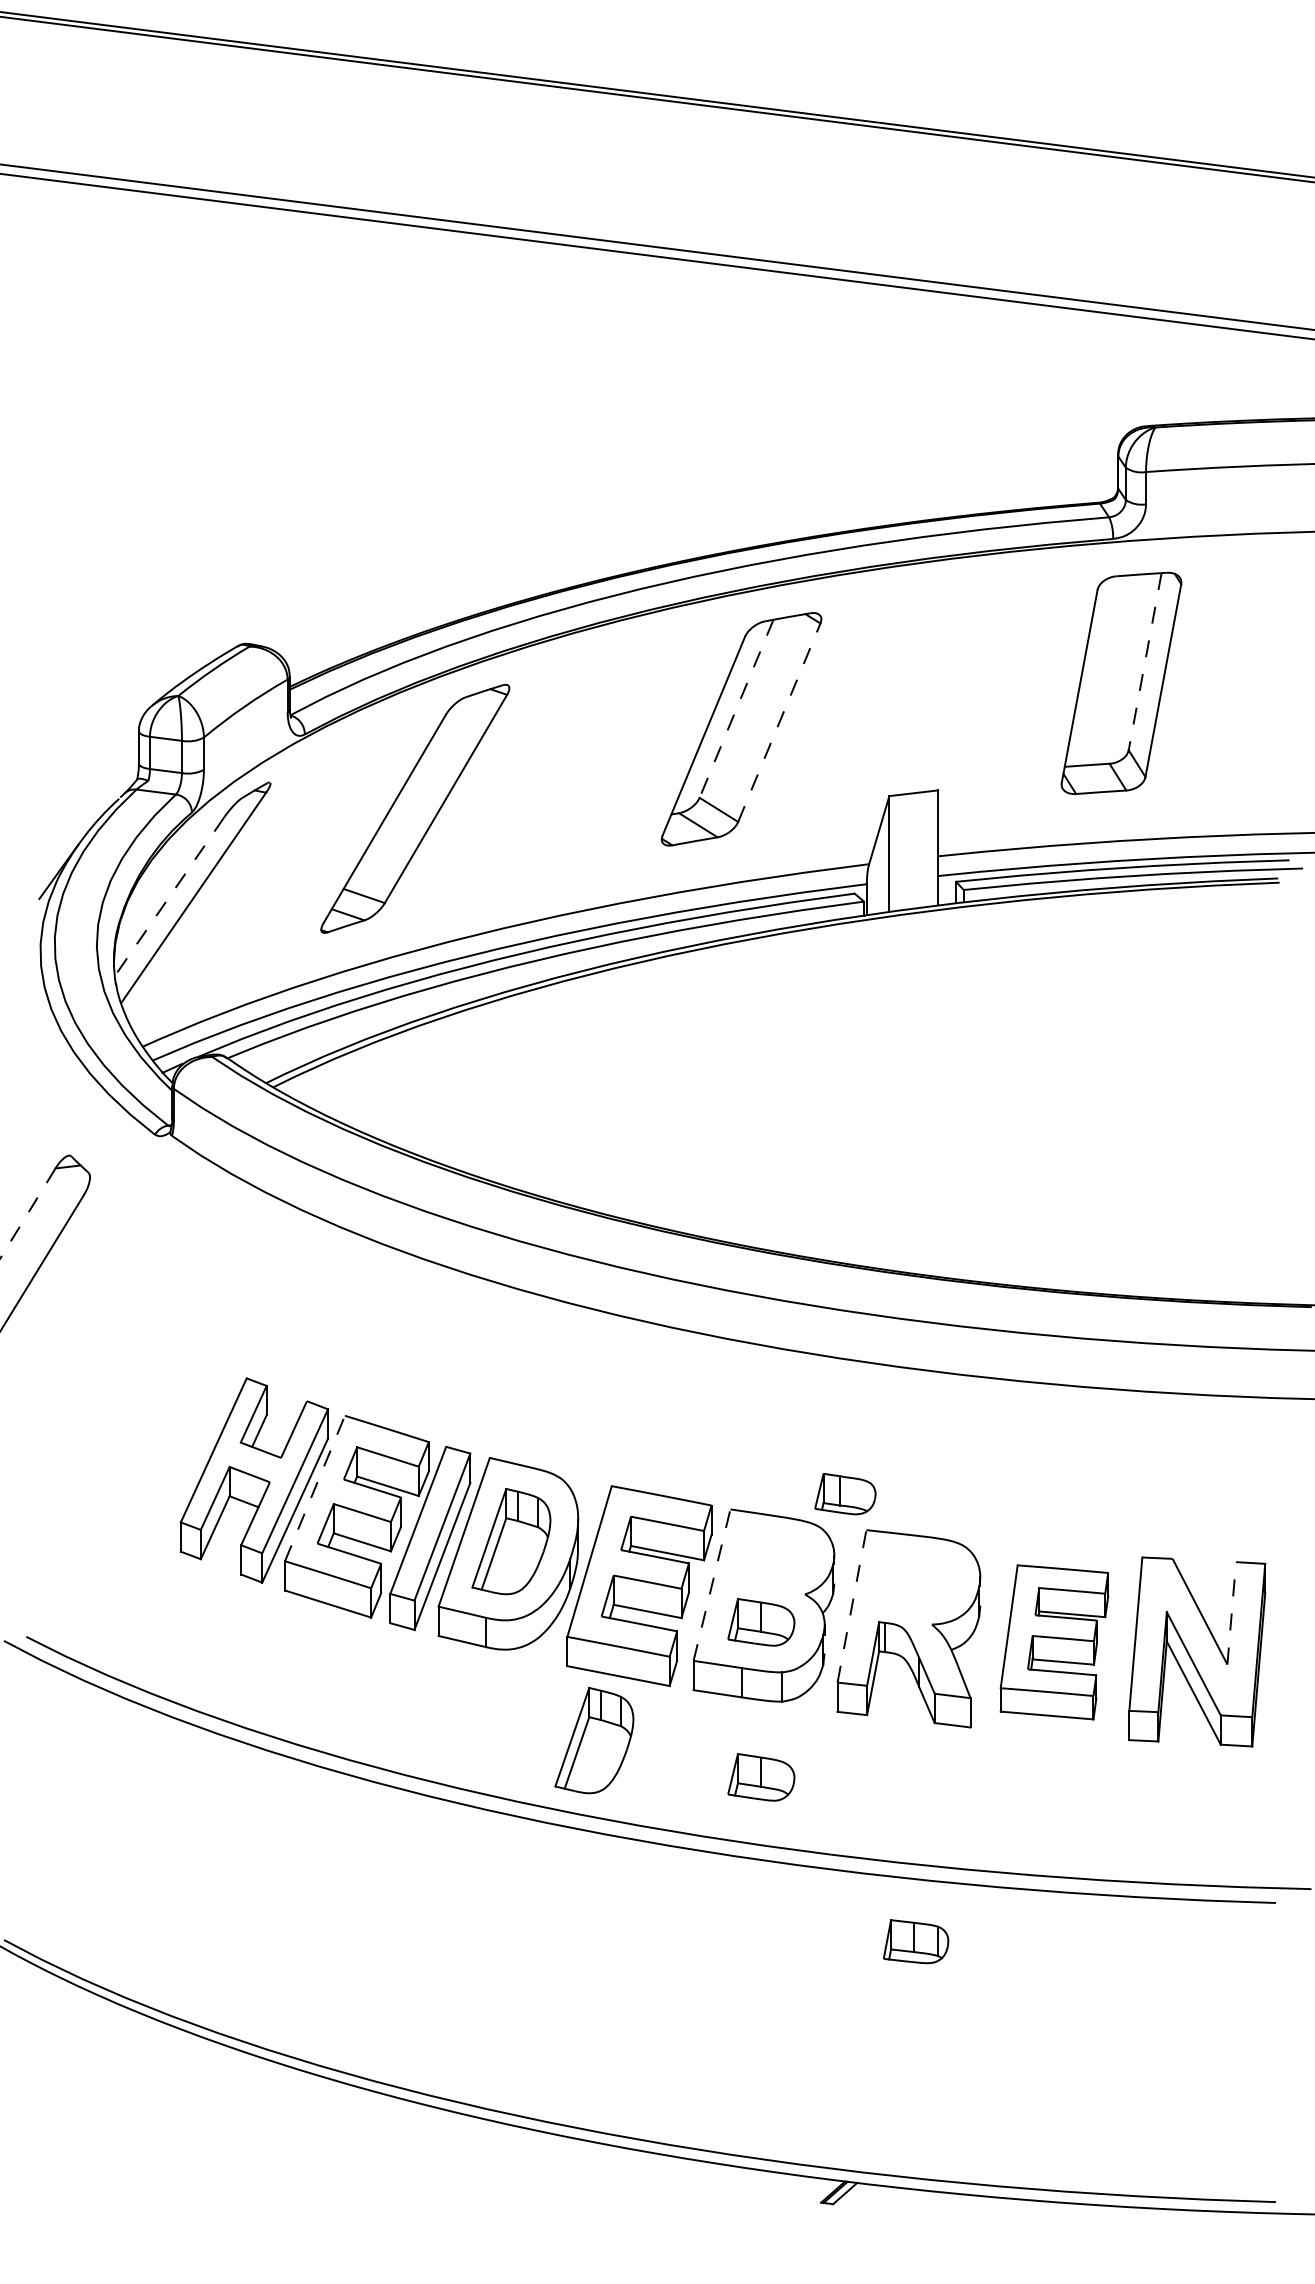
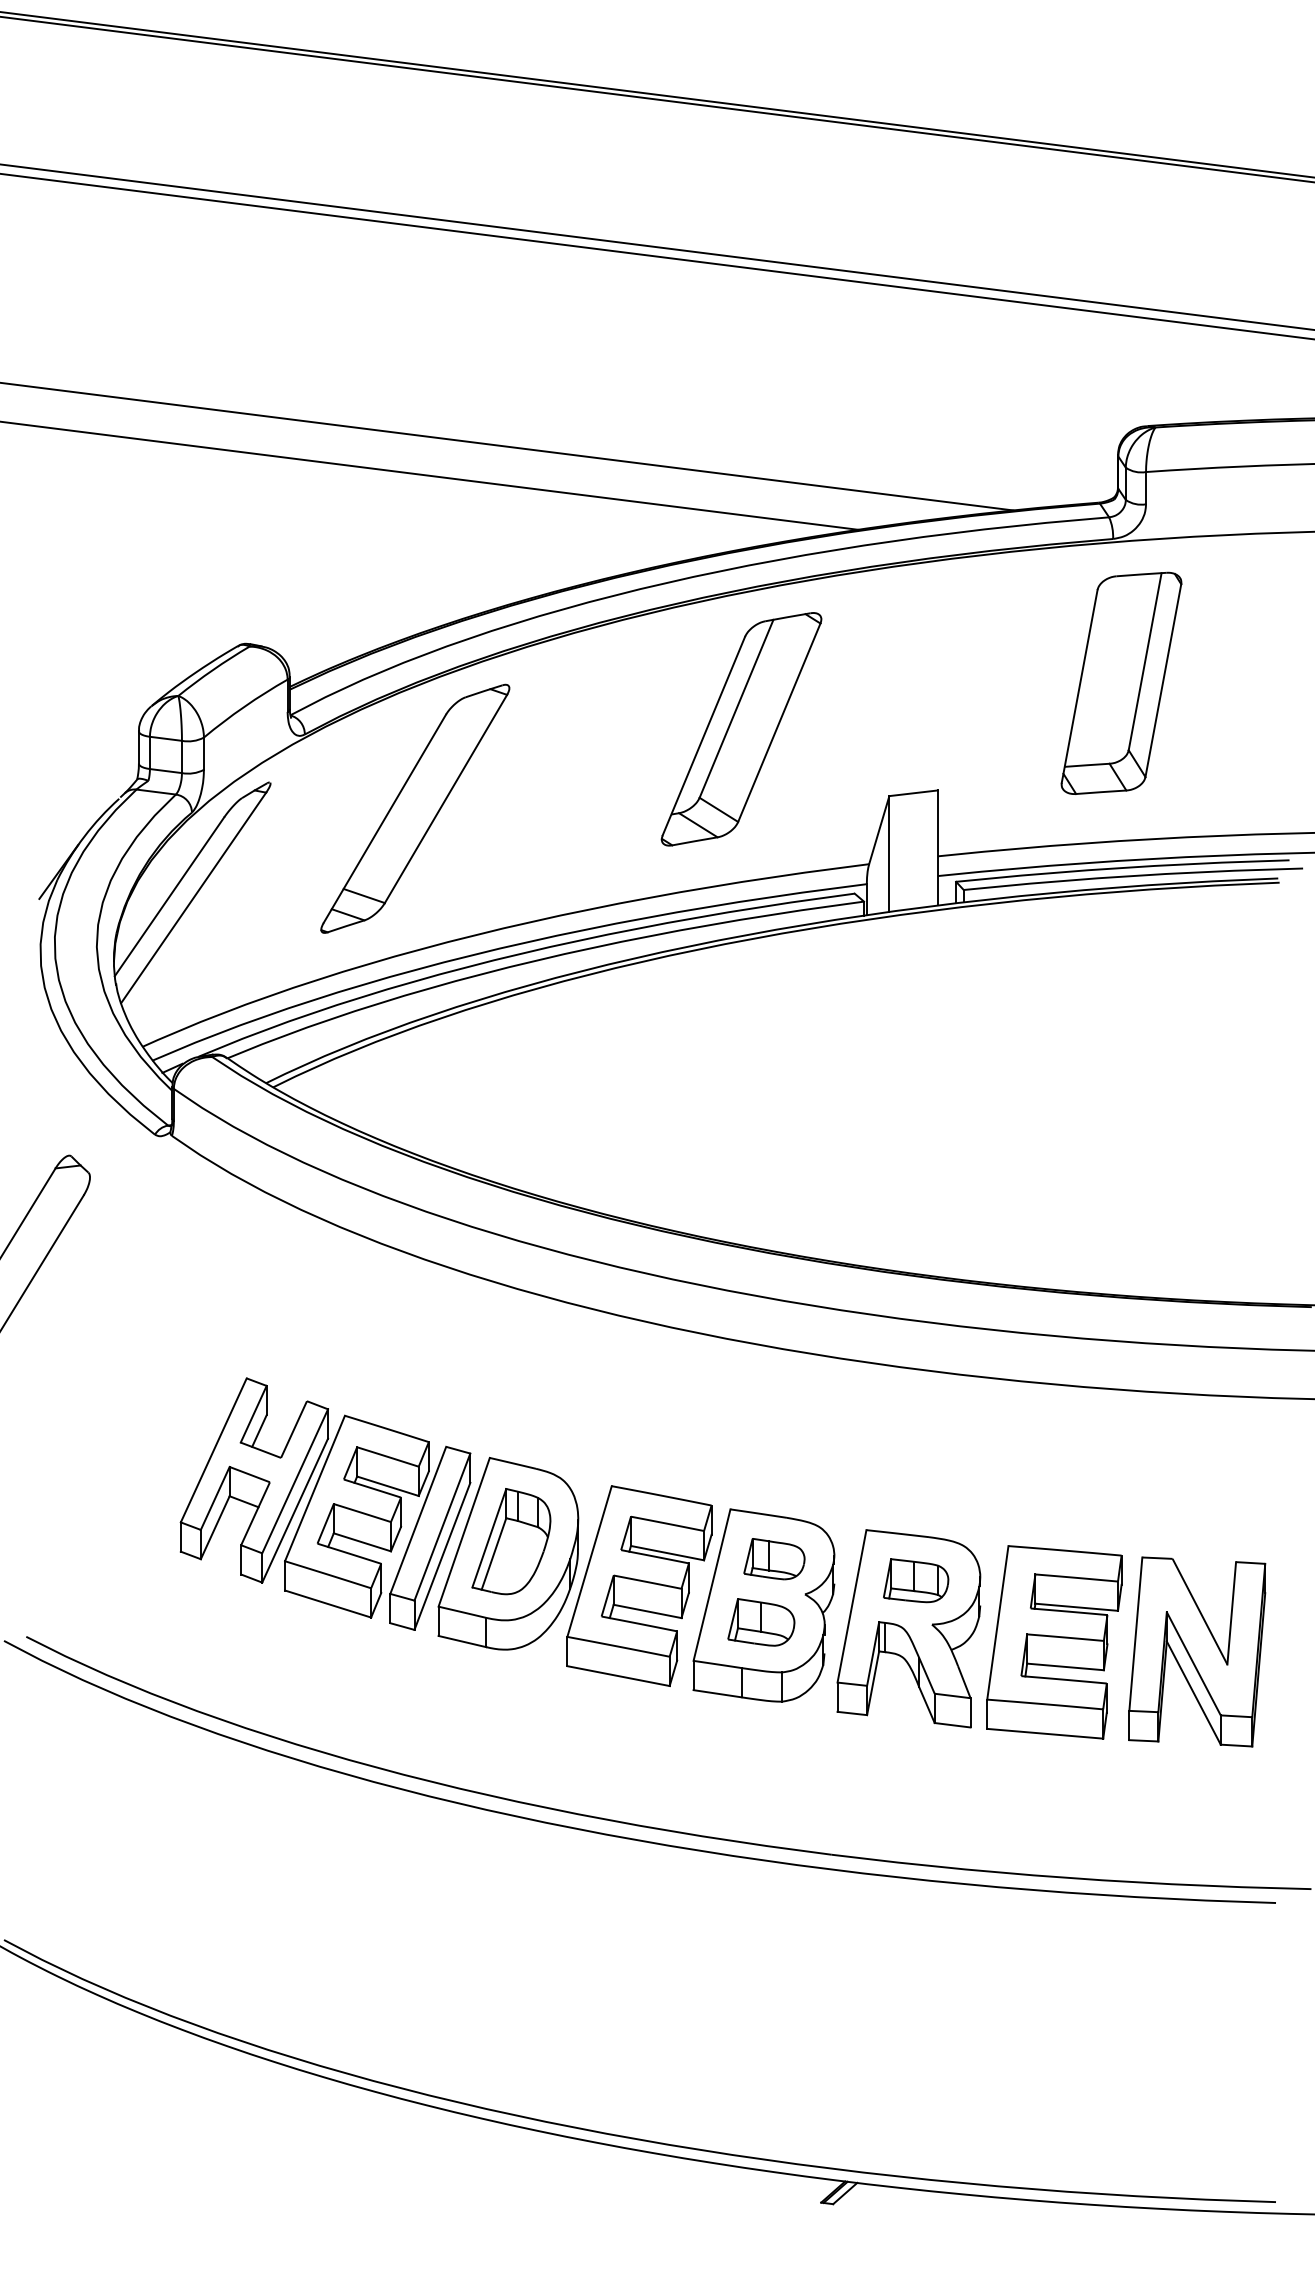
line at (507, 446): none -> present
line at (430, 475): none -> present
line at (1145, 662): dashed -> solid
line at (736, 709): dashed -> solid
line at (779, 722): dashed -> solid
line at (169, 897): dashed -> solid
line at (27, 1213): dashed -> solid
line at (314, 1488): dashed -> solid
part at (845, 1494) position: (845, 1494) -> (774, 1559)
line at (712, 1585): dashed -> solid
line at (851, 1606): dashed -> solid
line at (1231, 1612): dashed -> solid
part at (1054, 1642) size: 111x157 px -> 137x195 px
part at (594, 1740): present -> none
part at (761, 1777): present -> none
part at (916, 1941) position: (916, 1941) -> (916, 1580)
